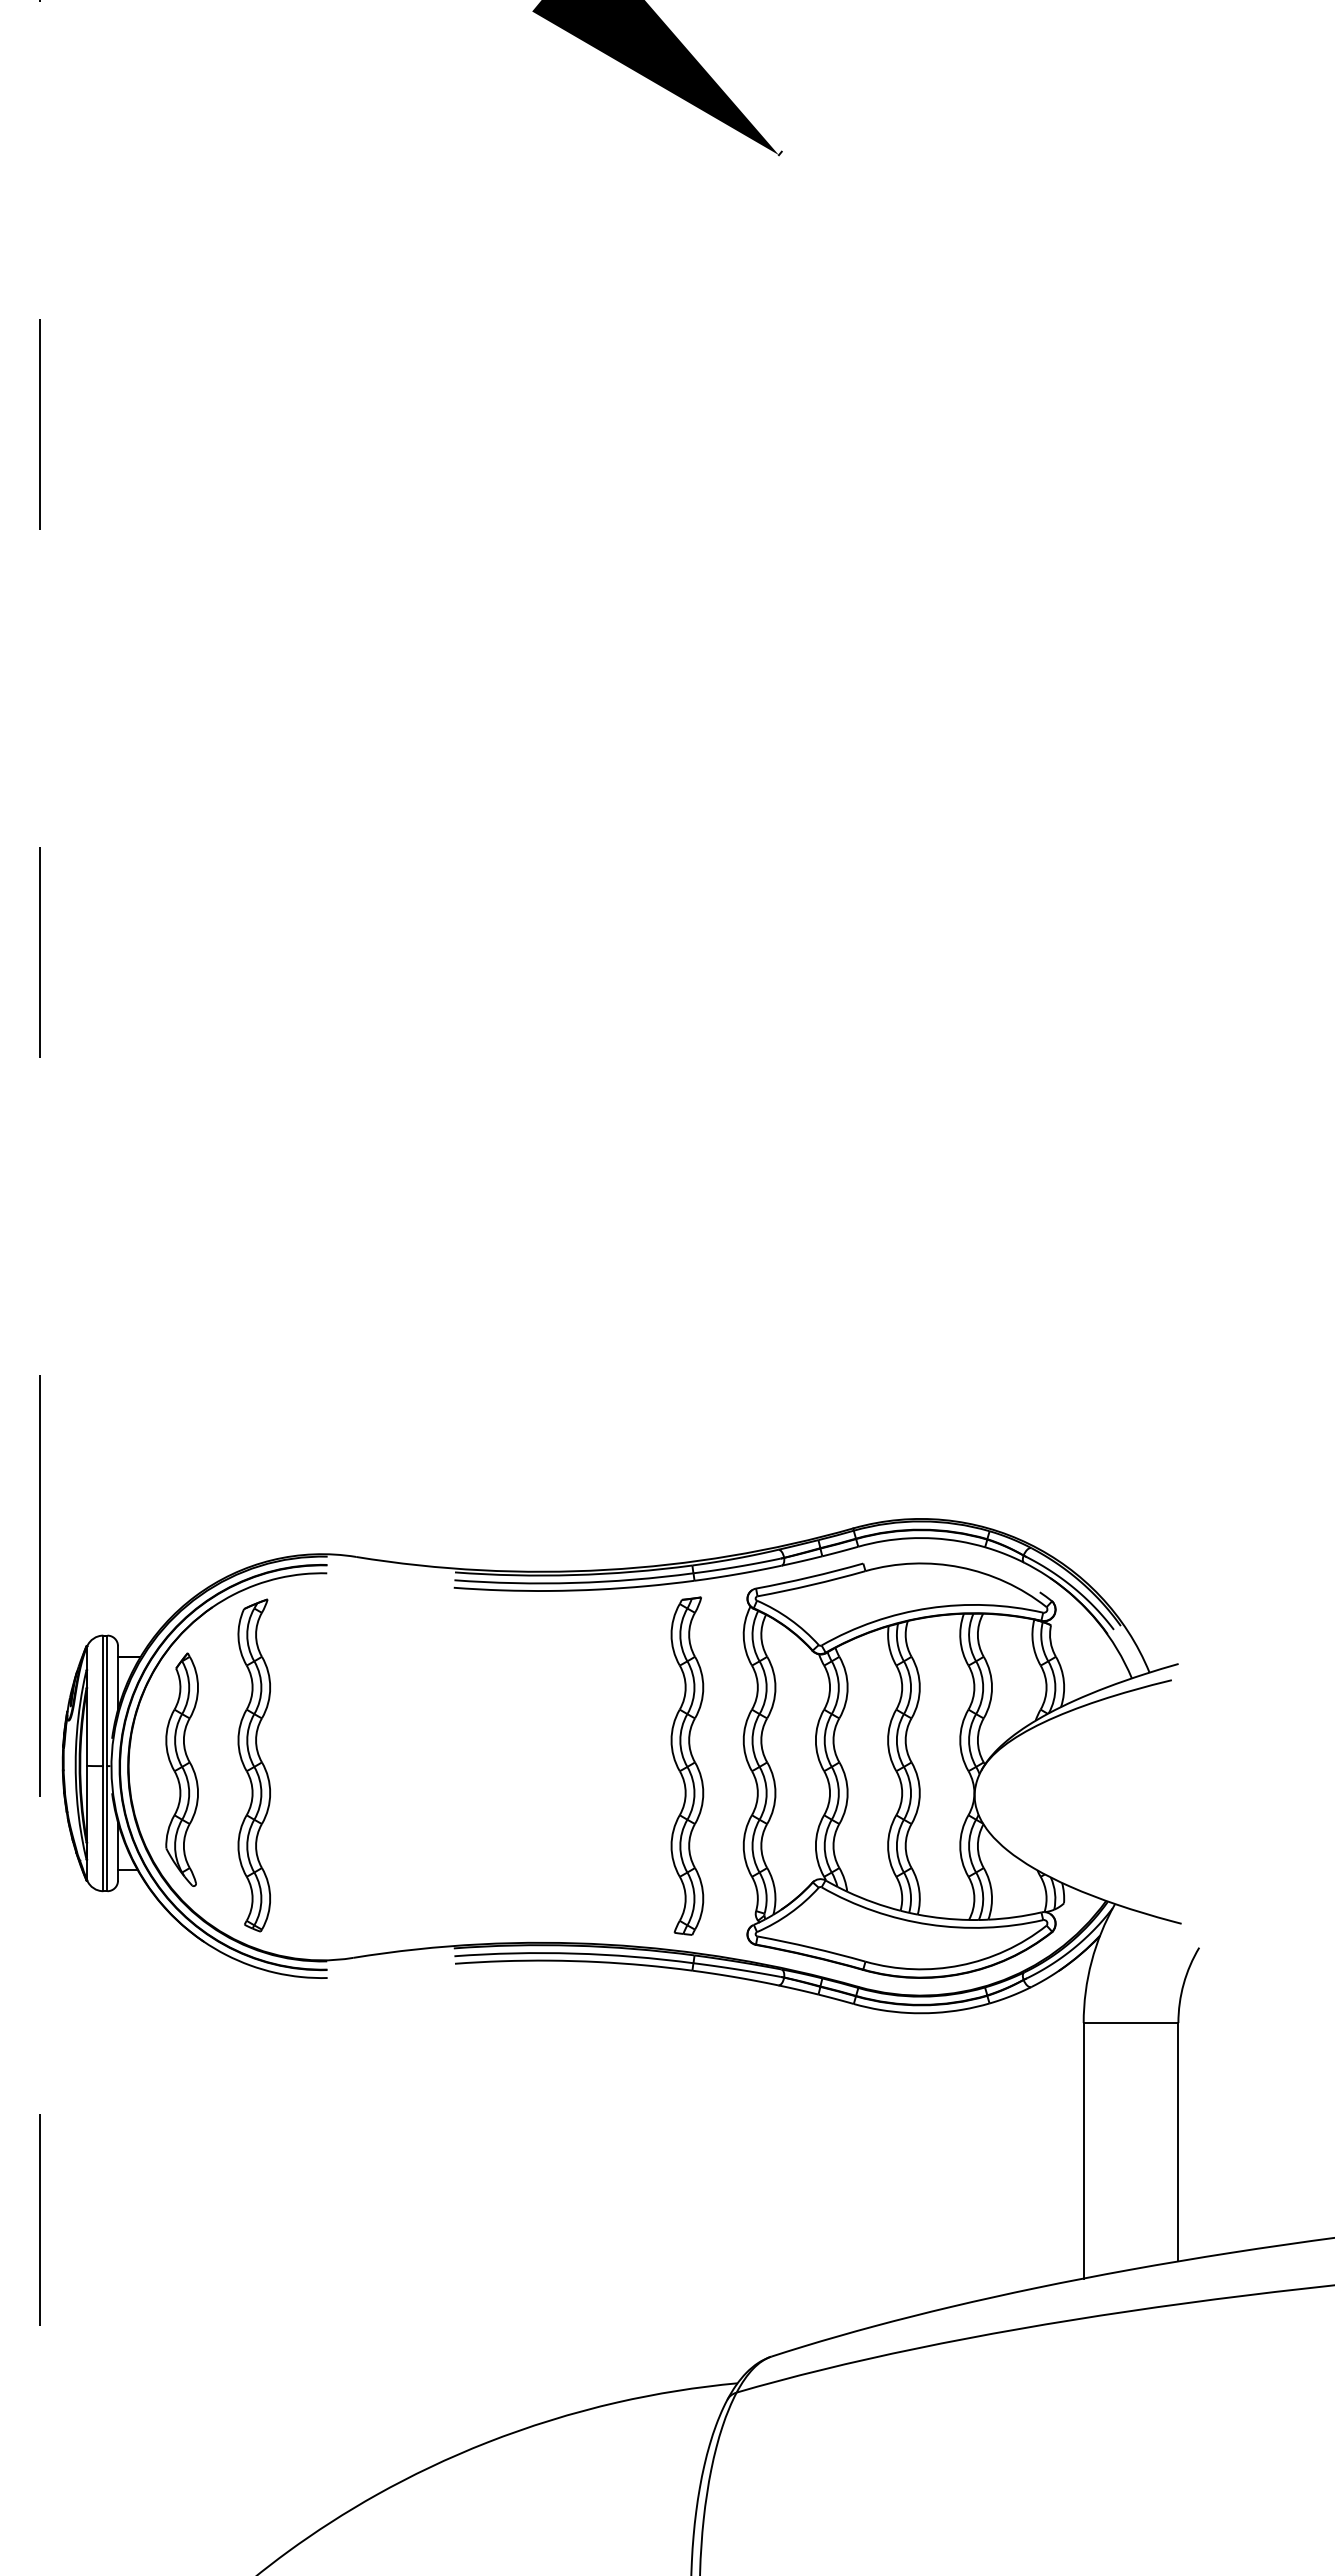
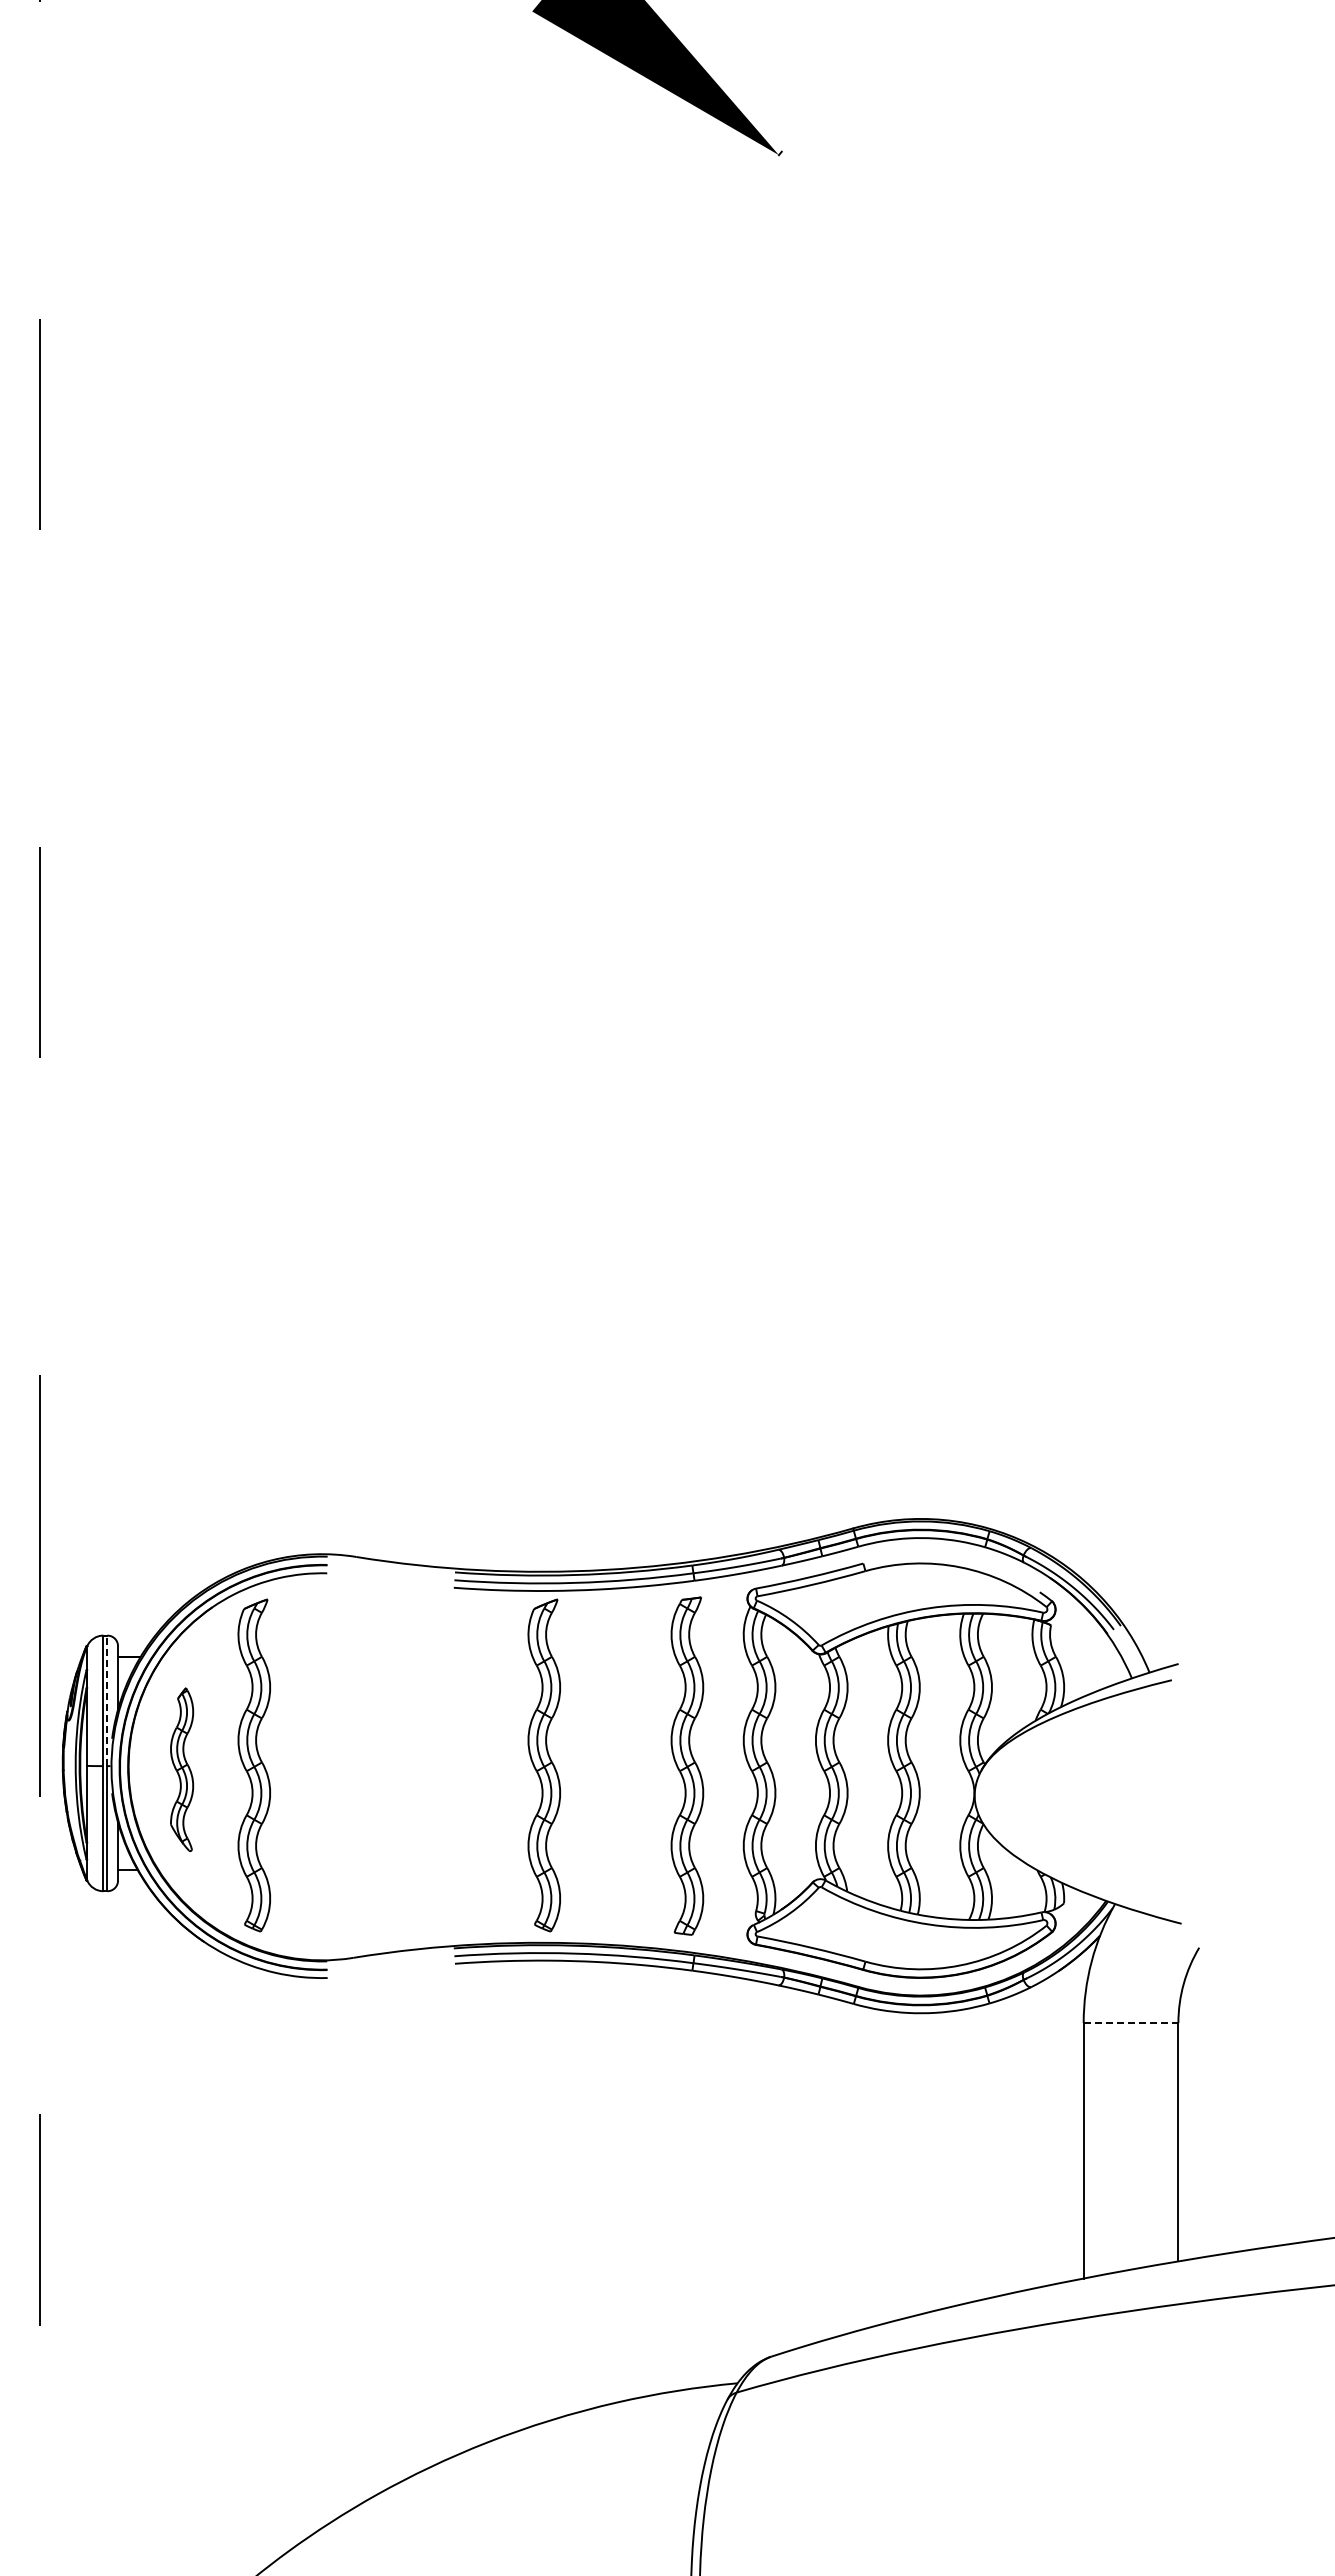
line at (107, 1700): solid -> dashed
part at (543, 1765): none -> present
part at (181, 1769) size: 34x235 px -> 25x165 px
line at (1131, 2023): solid -> dashed
